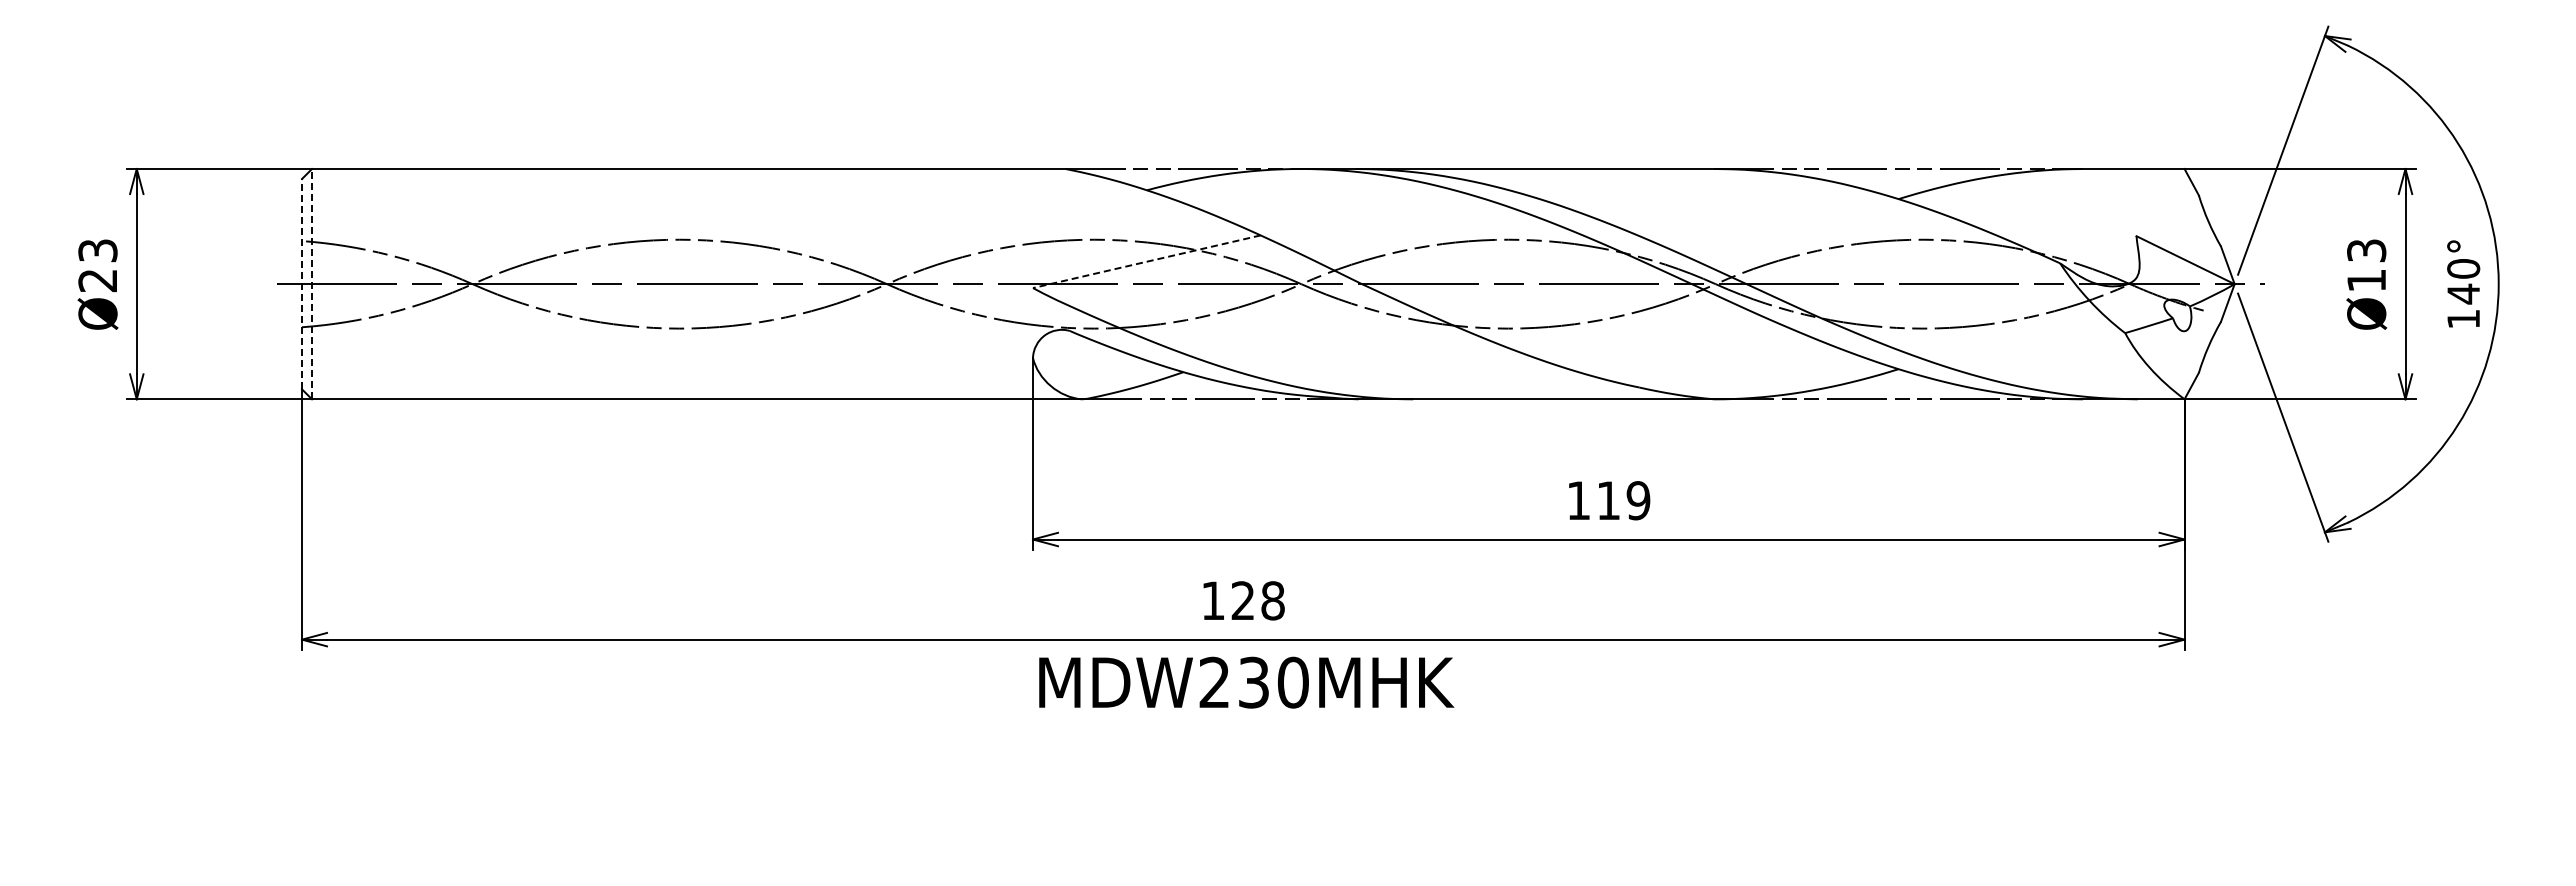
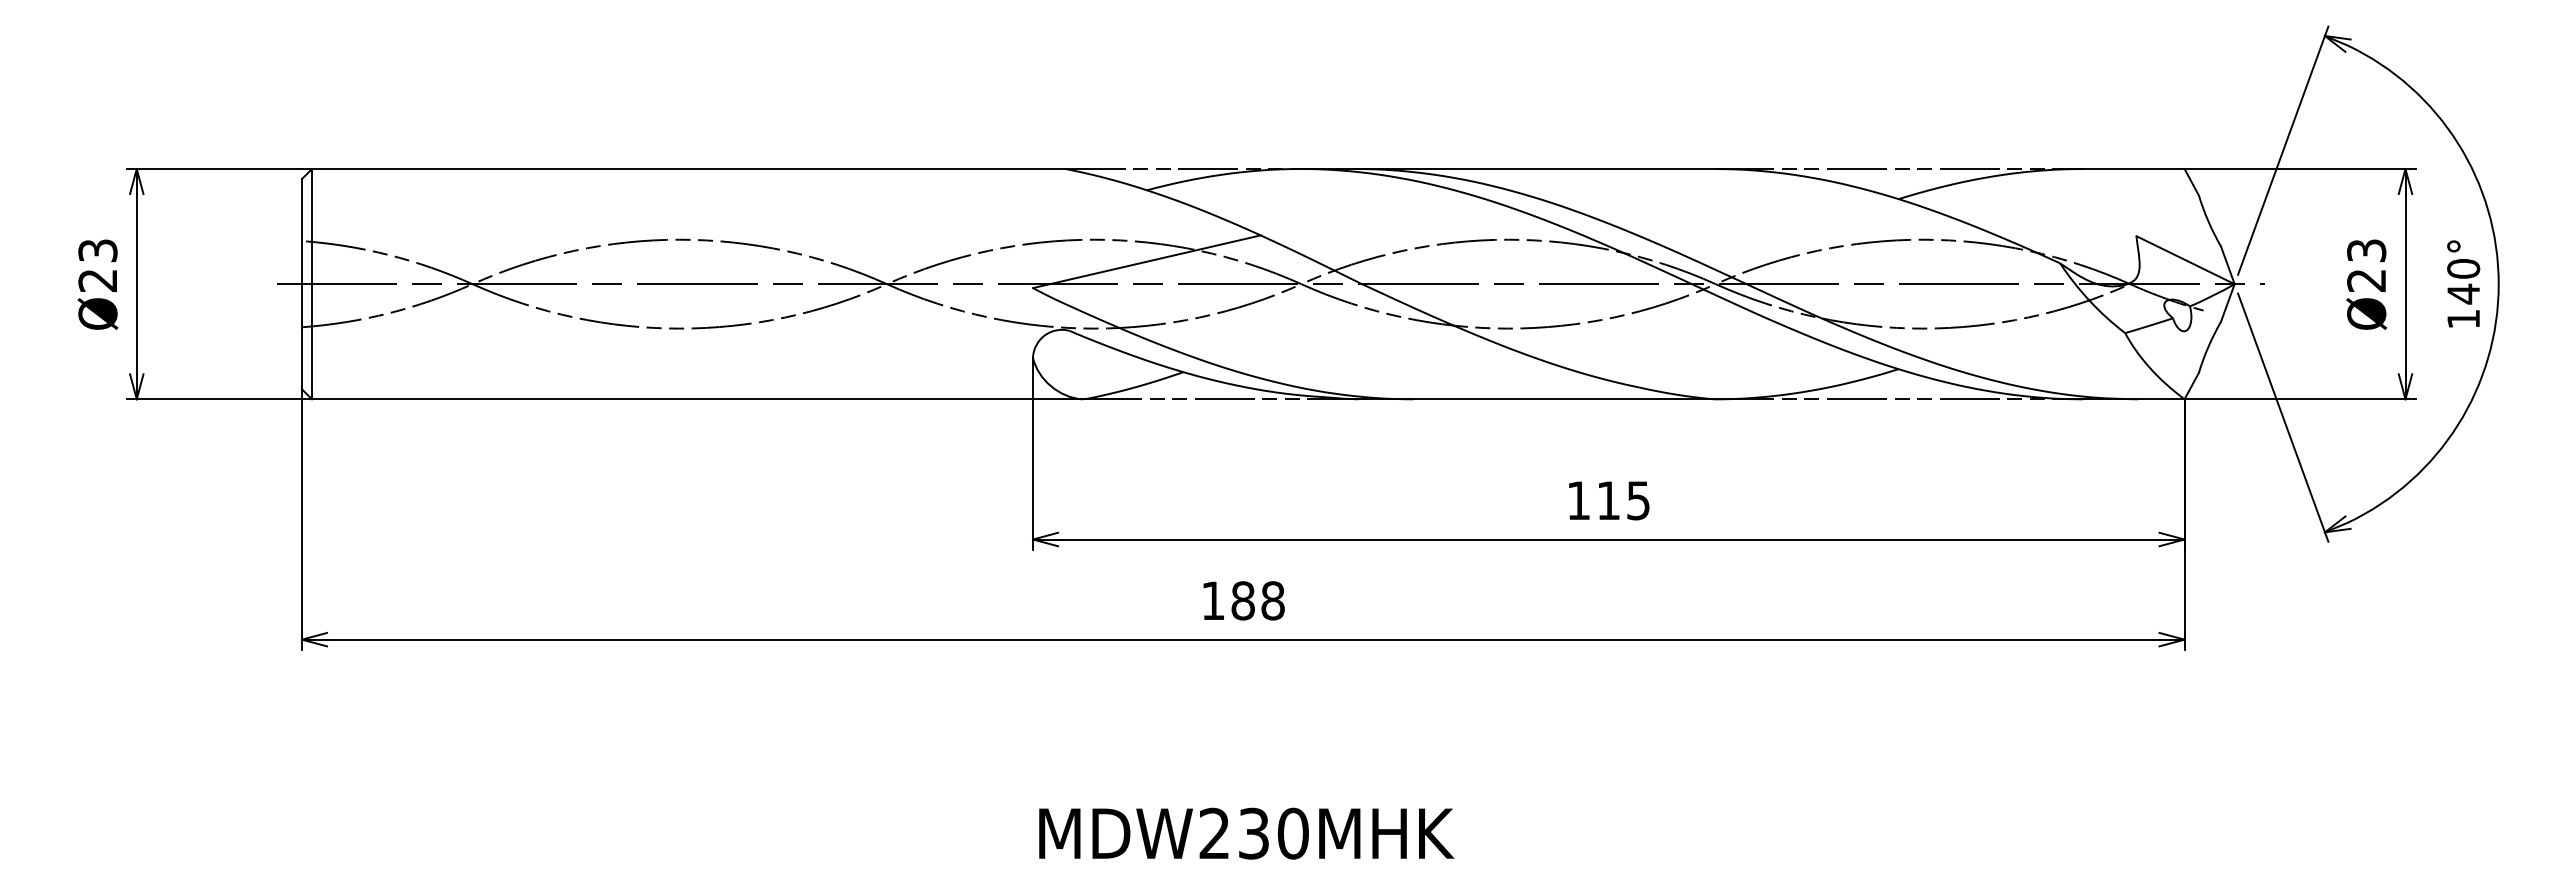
line at (1146, 261): dashed -> solid
text at (2366, 281): Ø13 -> Ø23
line at (302, 283): dashed -> solid
line at (312, 283): dashed -> solid
text at (1638, 500): 119 -> 115
text at (1242, 600): 128 -> 188
text at (1246, 682) position: (1246, 682) -> (1246, 833)
